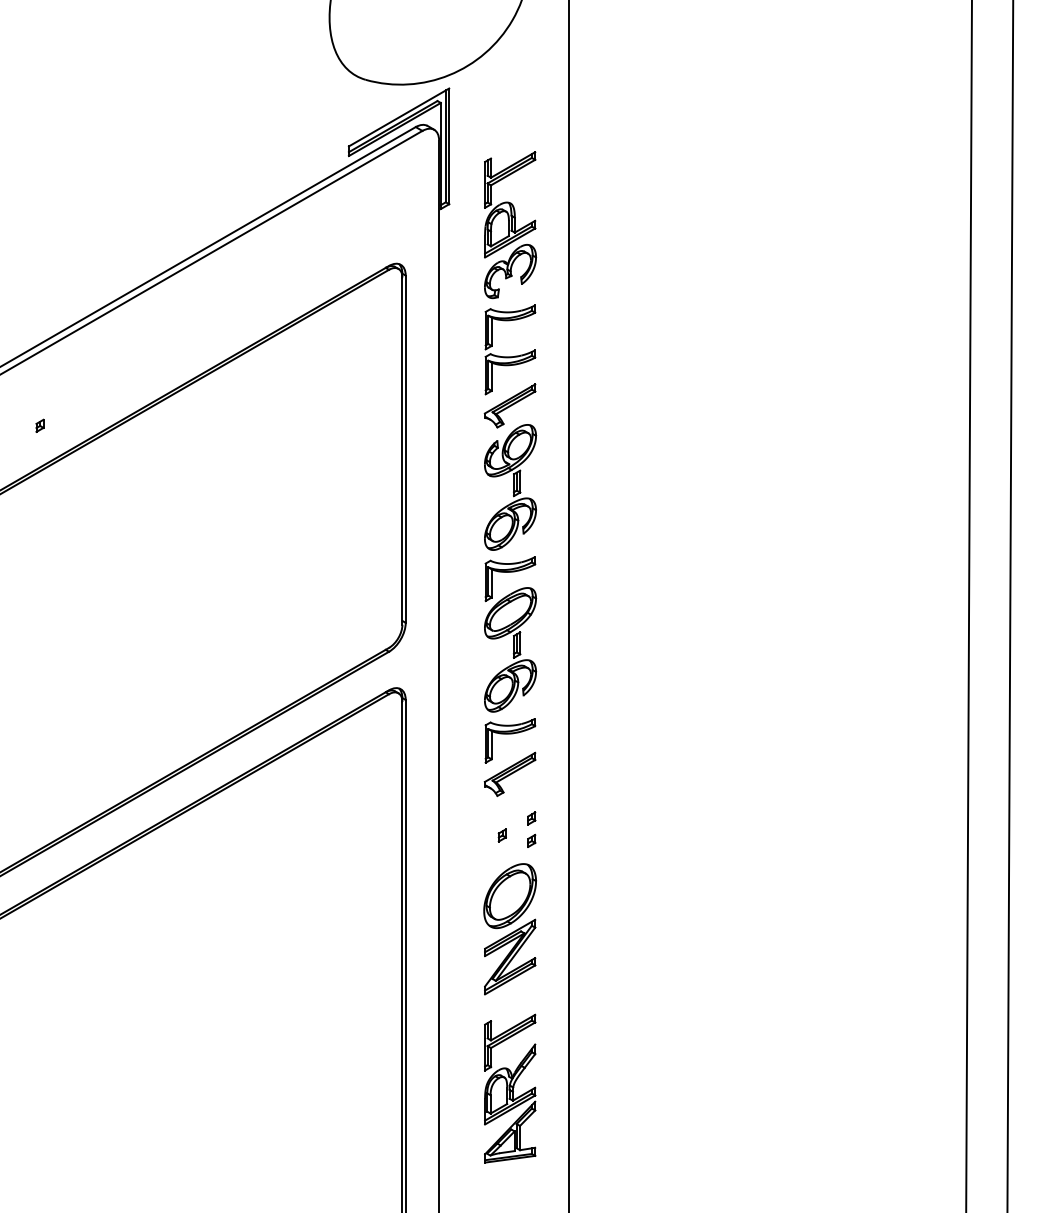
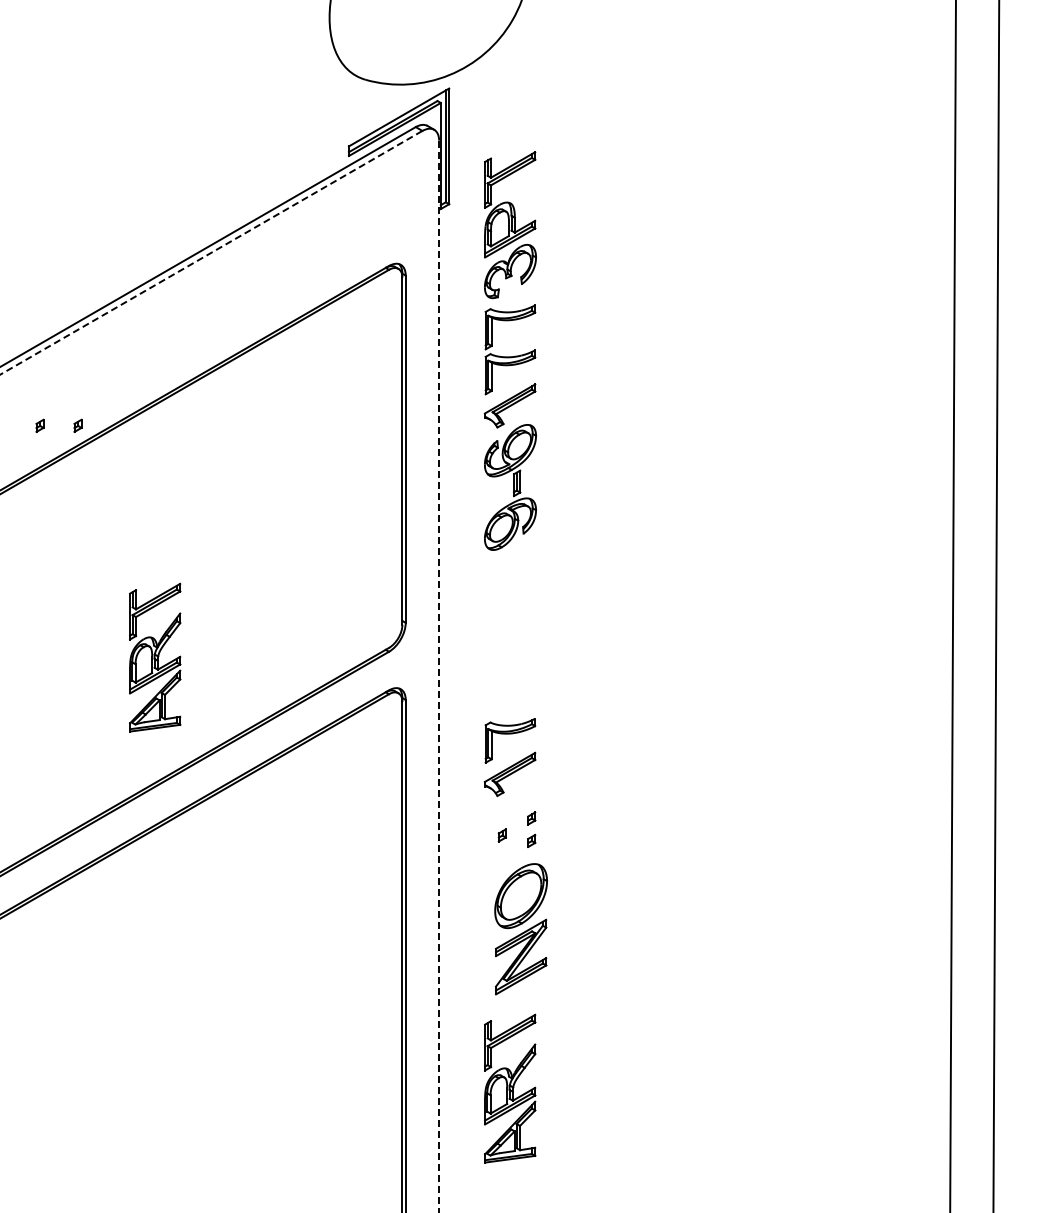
line at (212, 252): solid -> dashed
part at (77, 425): none -> present
line at (569, 605): present -> none
line at (968, 605) position: (968, 605) -> (952, 605)
line at (1010, 605) position: (1010, 605) -> (996, 605)
part at (510, 634): present -> none
part at (155, 657): none -> present
line at (439, 677): solid -> dashed
part at (509, 929) position: (509, 929) -> (520, 929)
